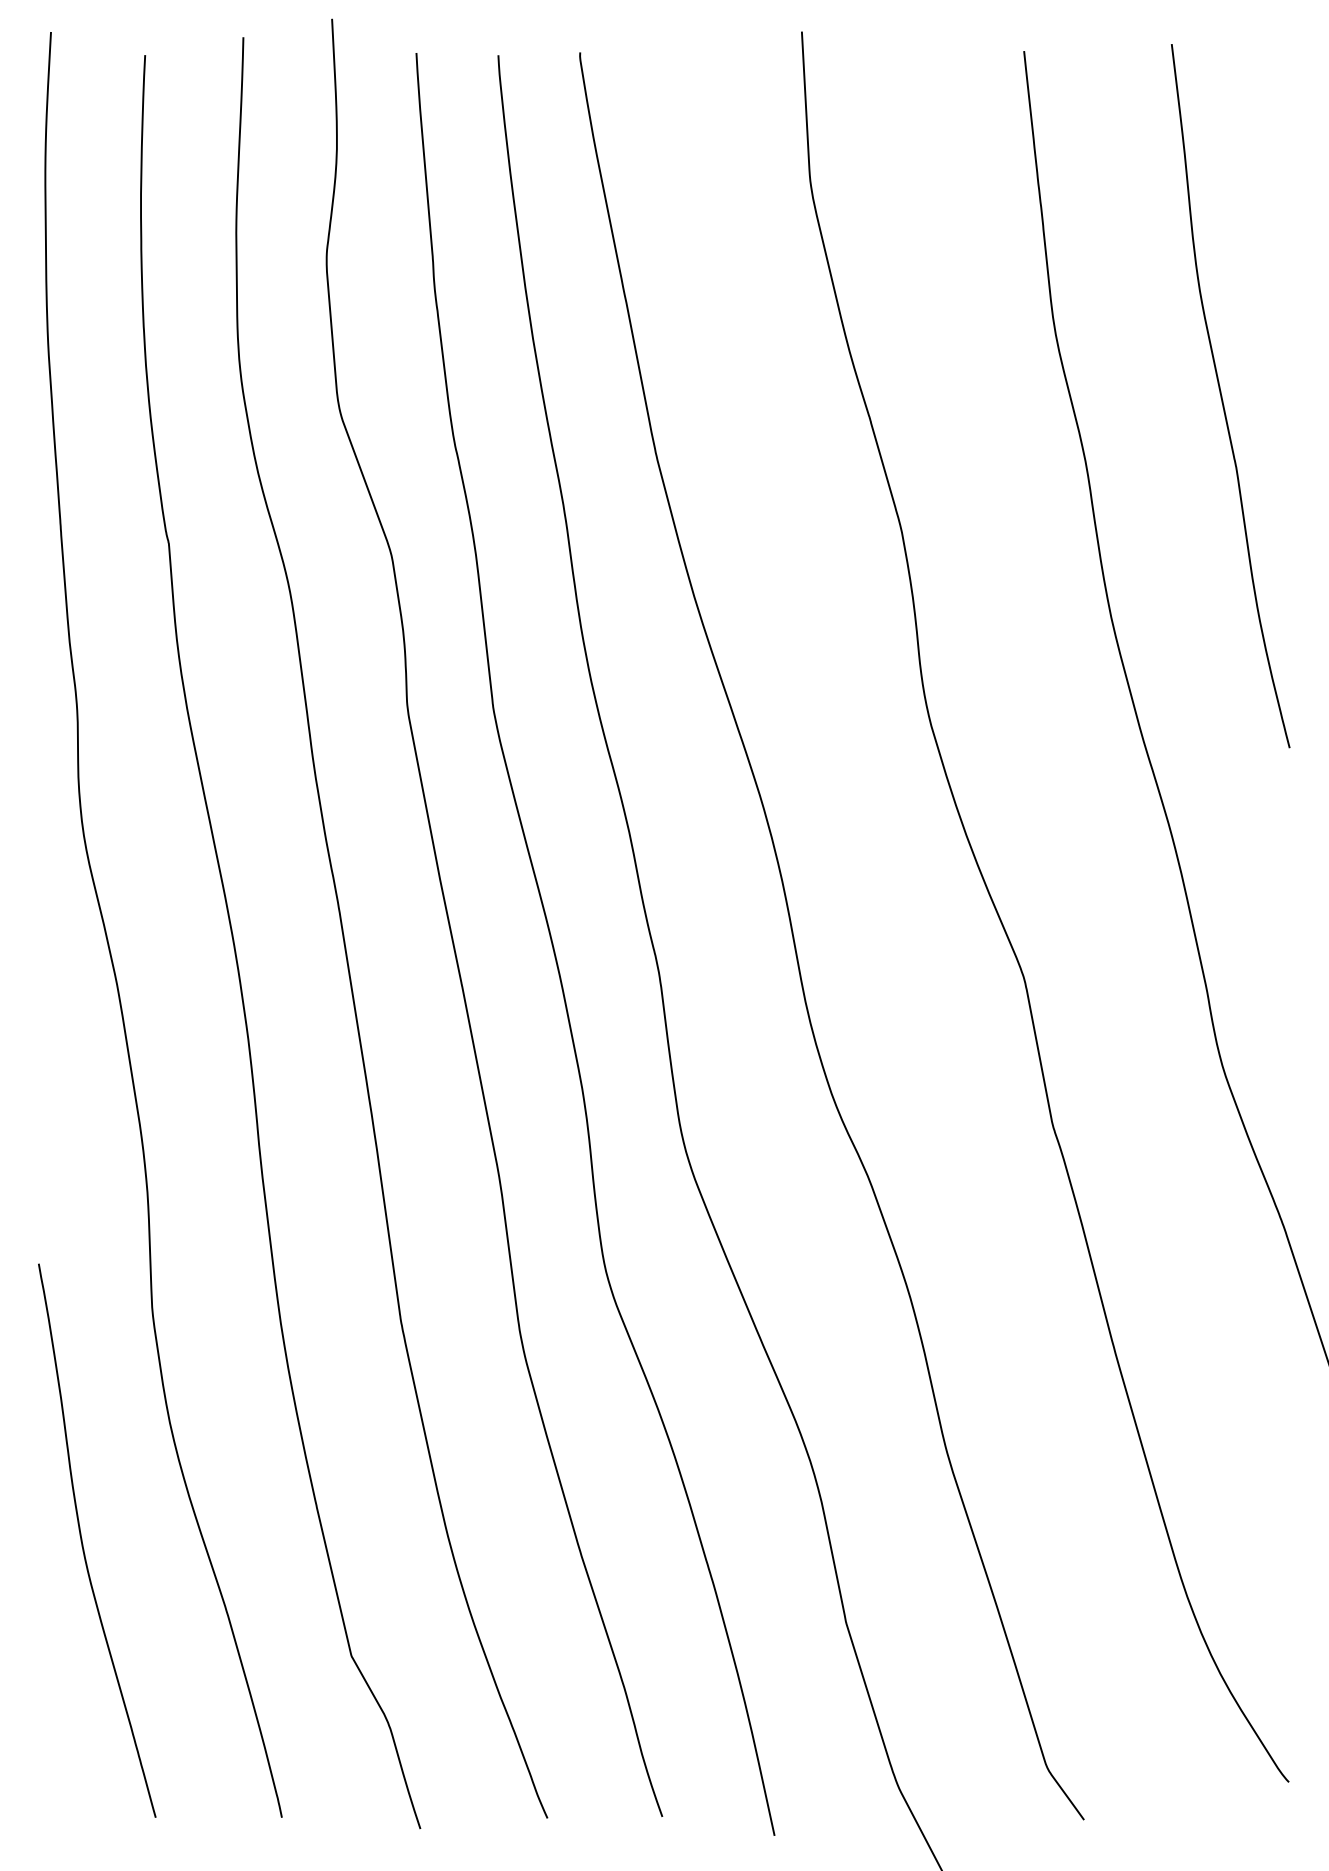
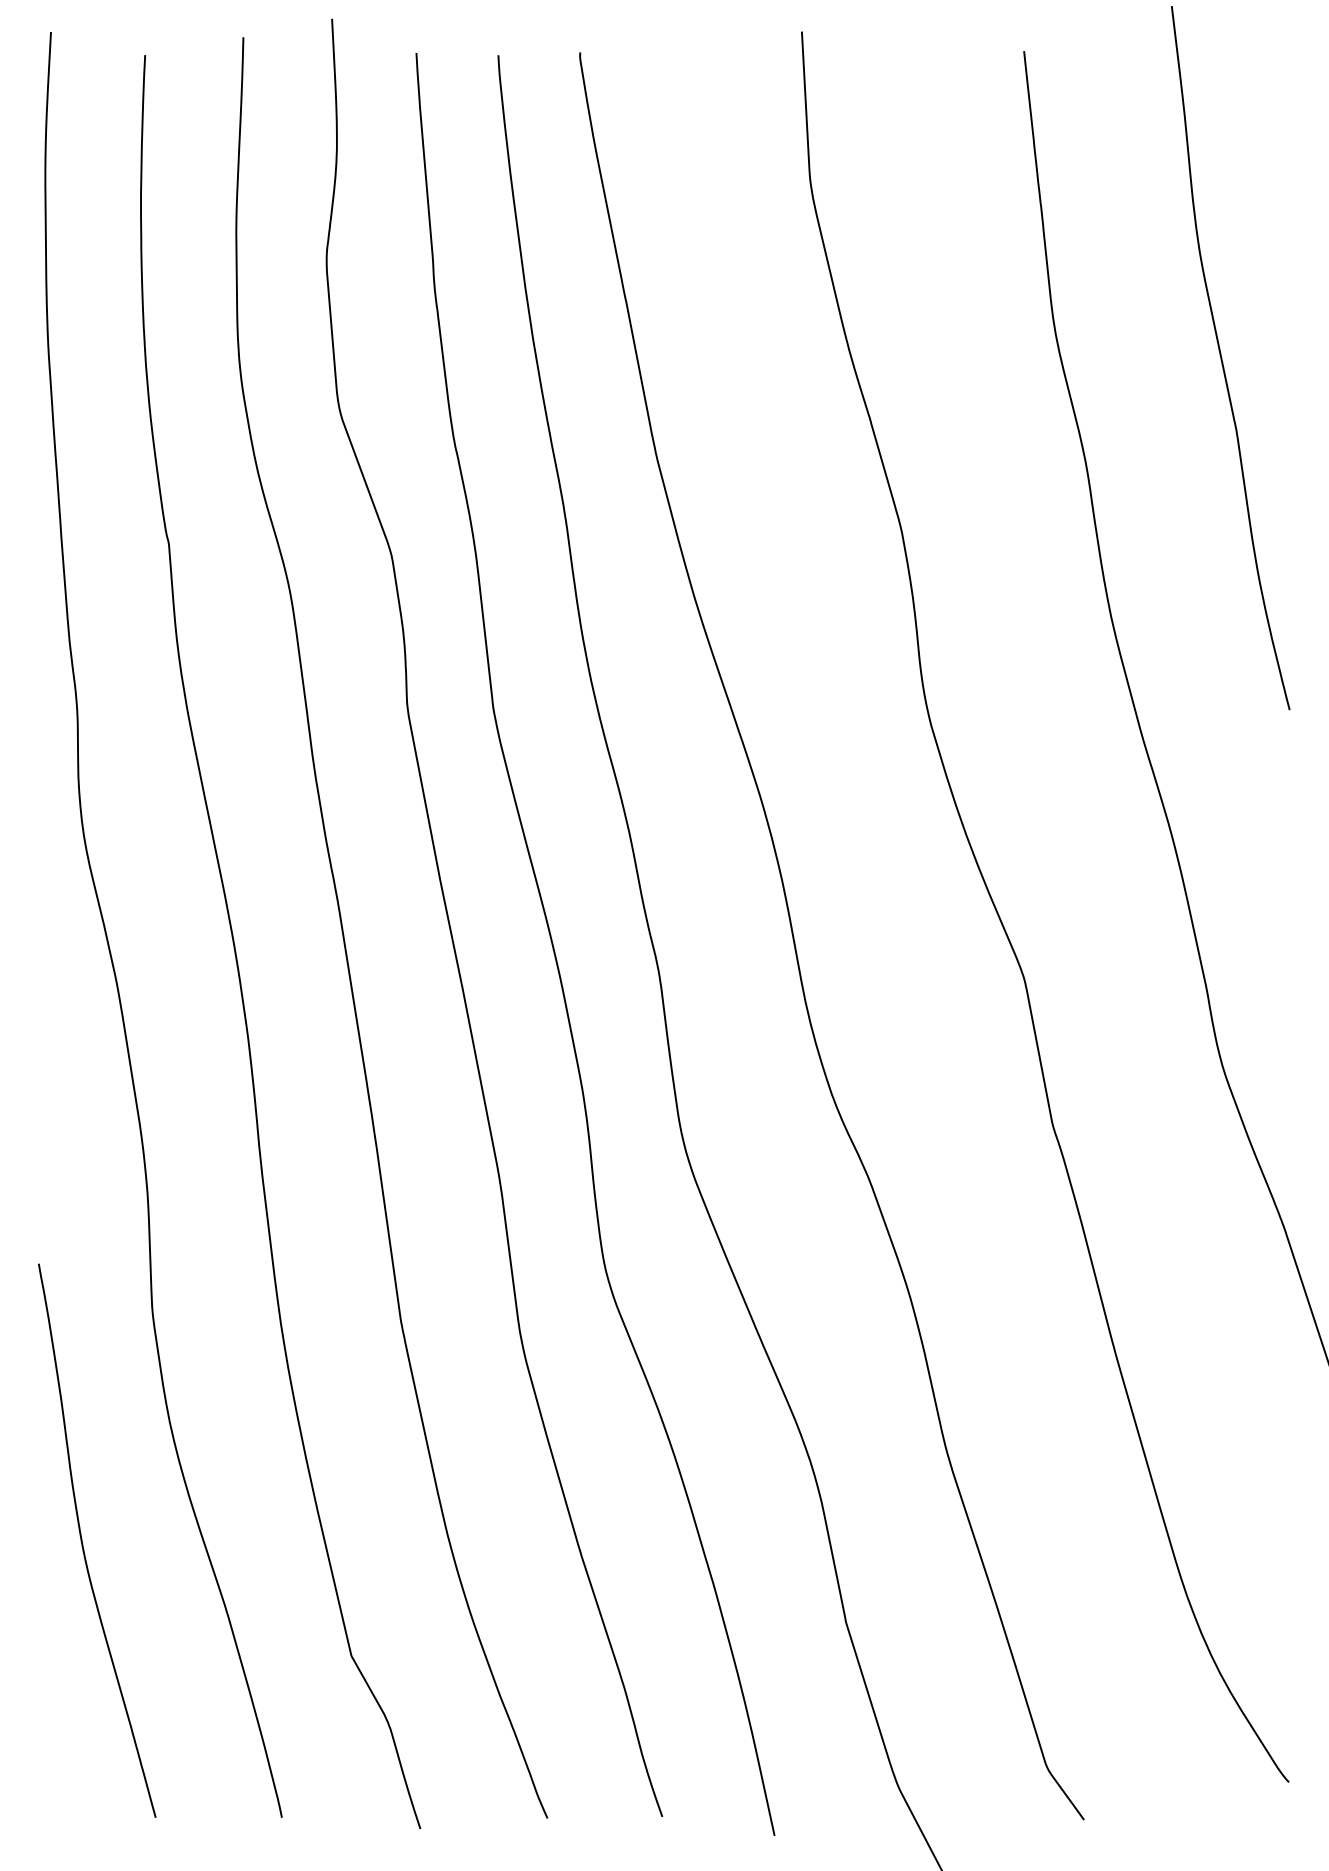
curve at (1222, 396) position: (1222, 396) -> (1222, 358)
